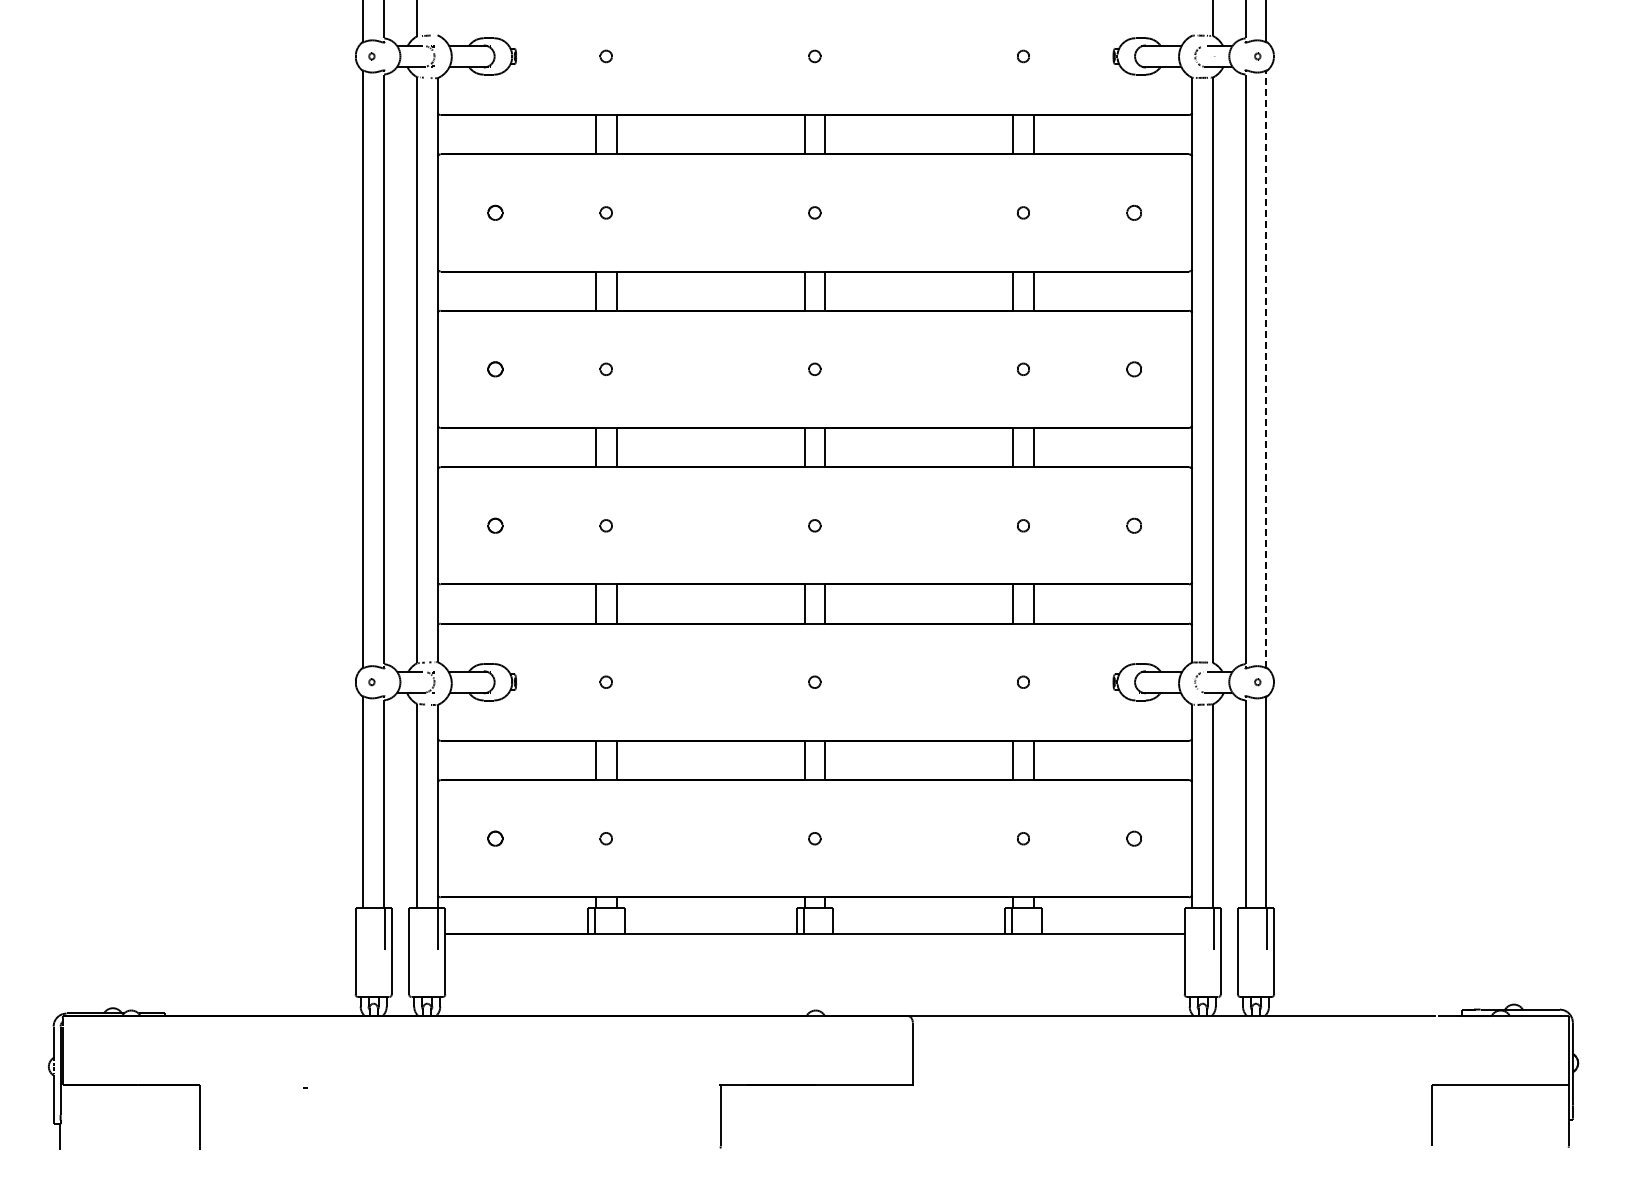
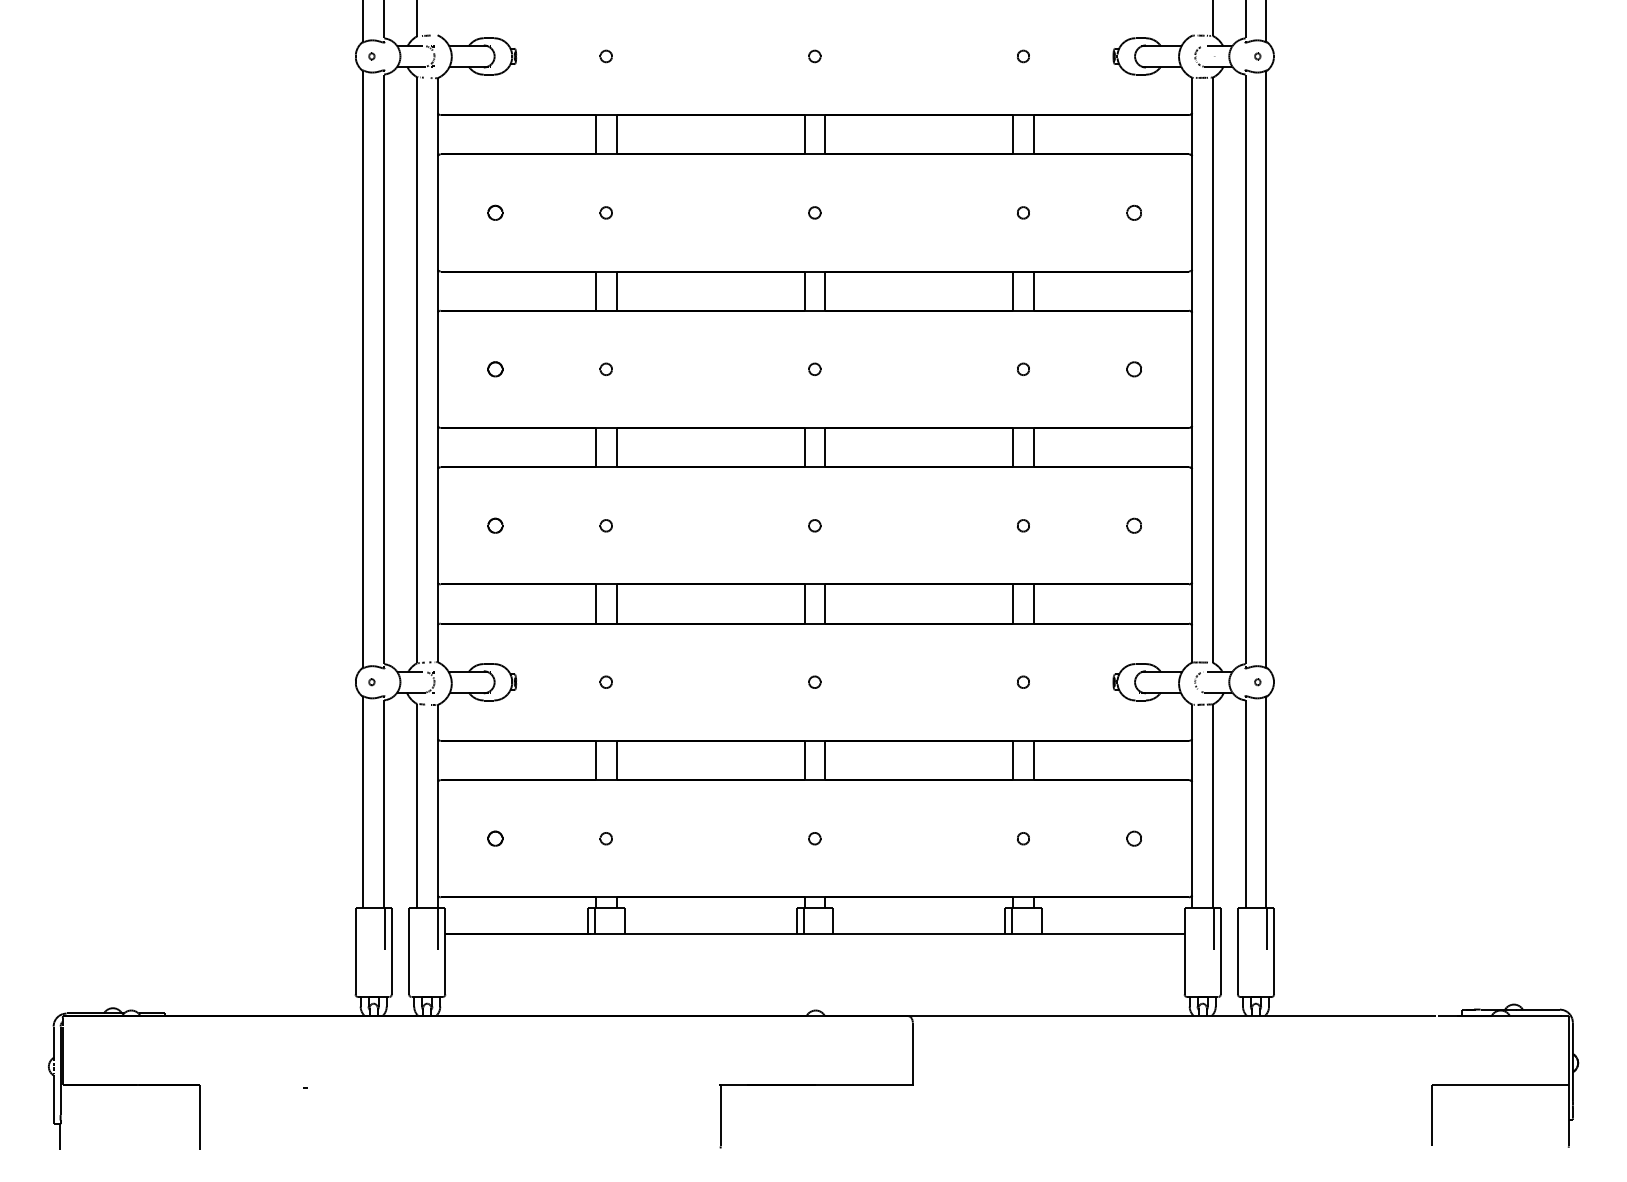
line at (1266, 368): dashed -> solid
